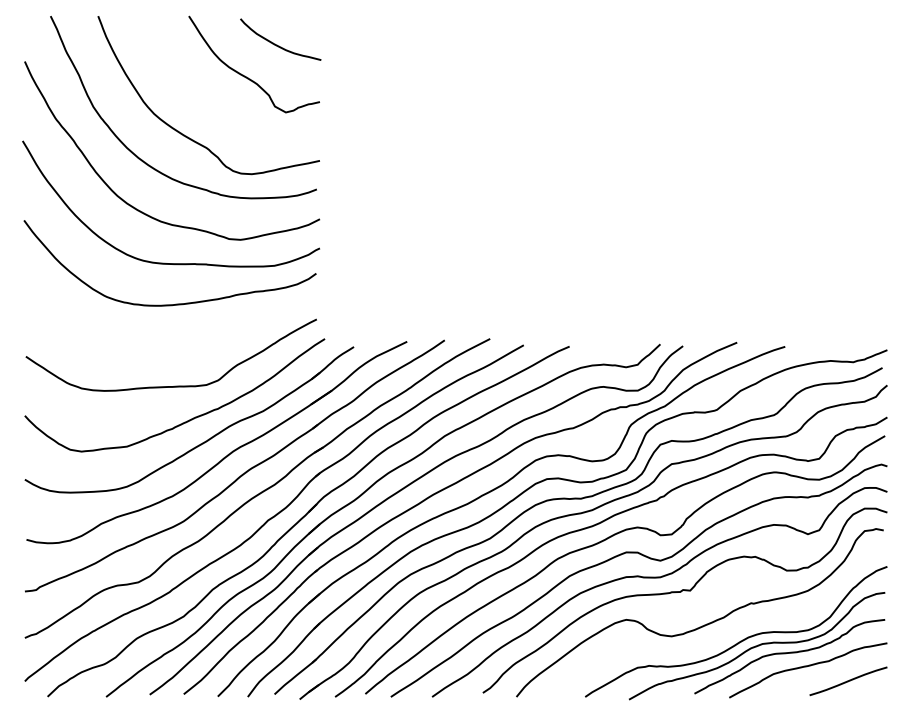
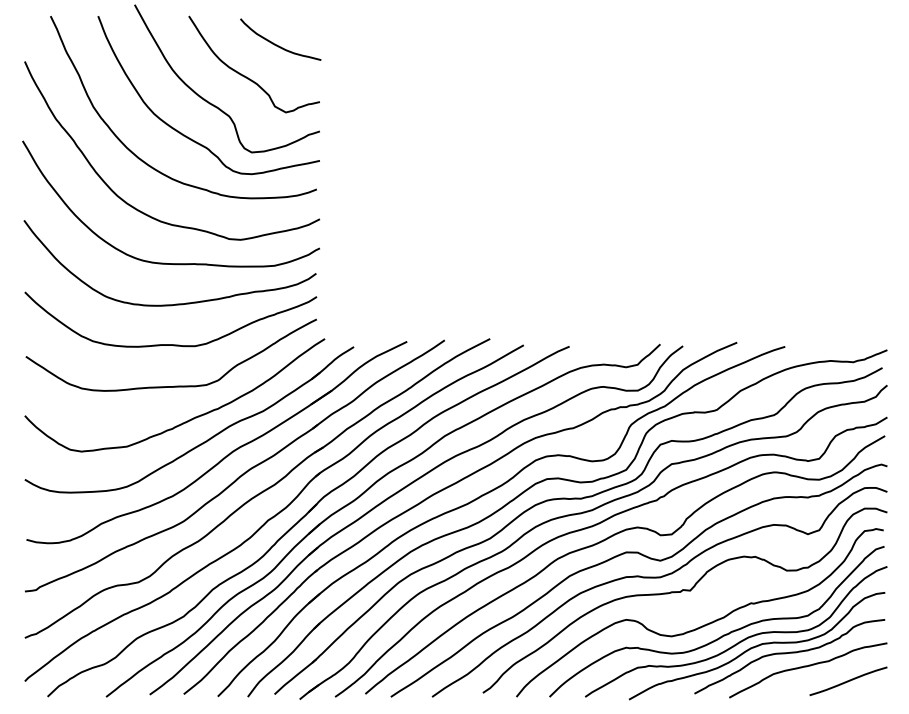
curve at (212, 103): none -> present
curve at (170, 344): none -> present
curve at (723, 634): none -> present
